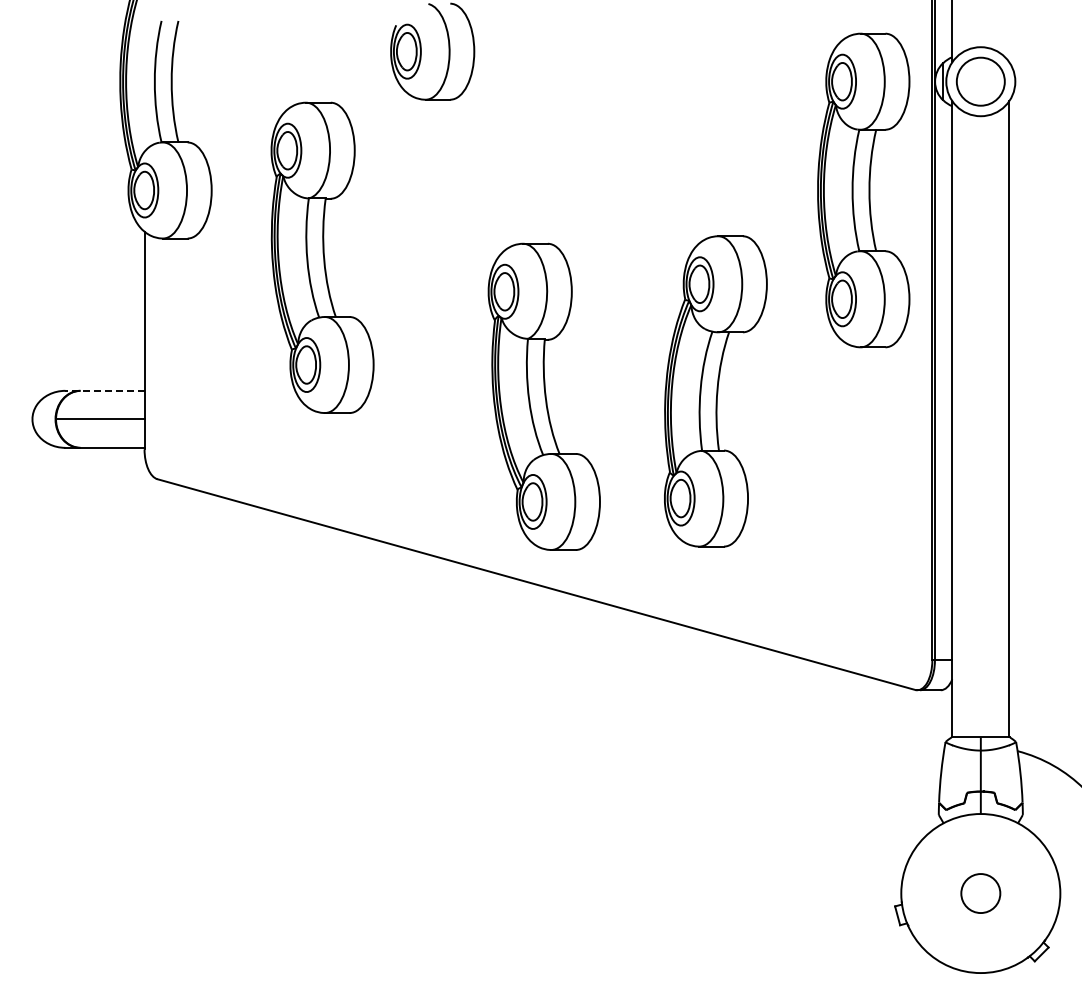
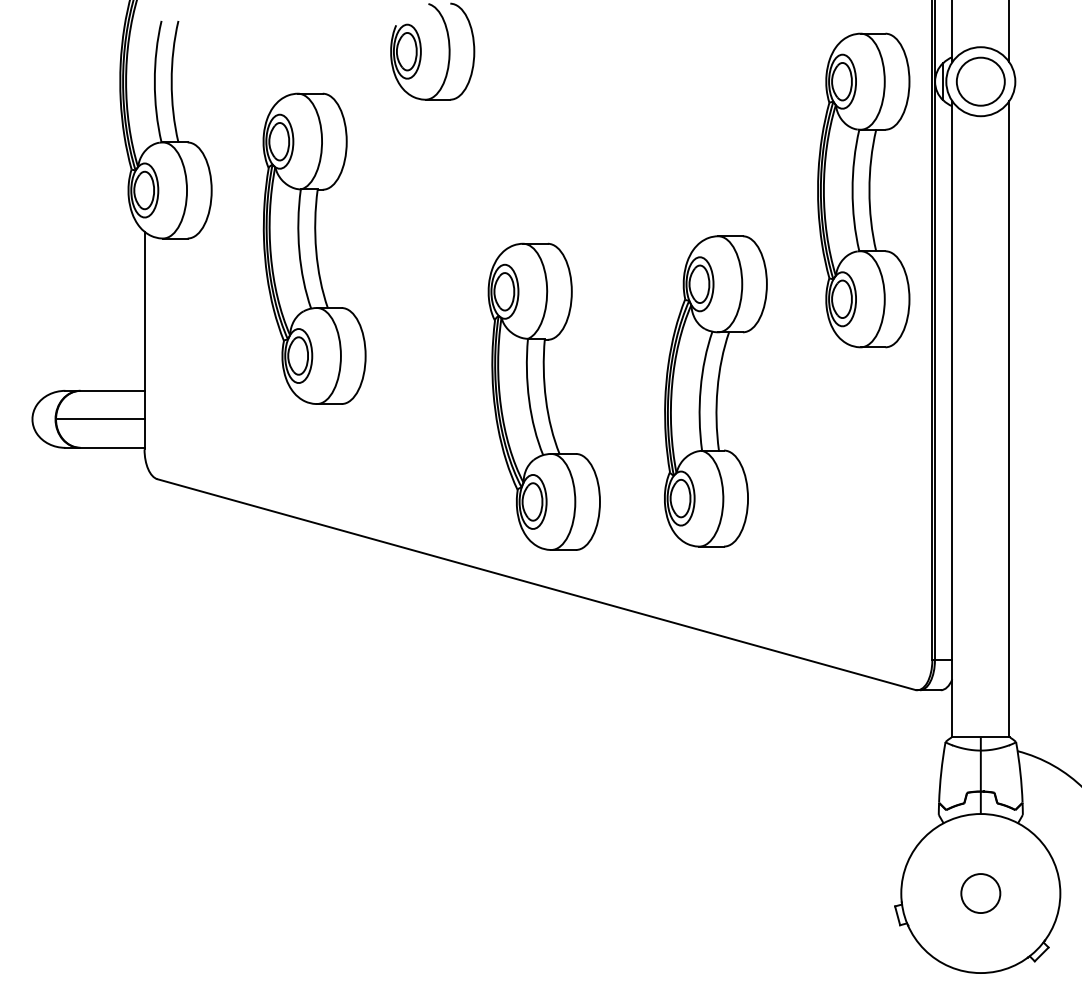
line at (1009, 32): none -> present
part at (322, 257) position: (322, 257) -> (314, 248)
line at (104, 390): dashed -> solid
